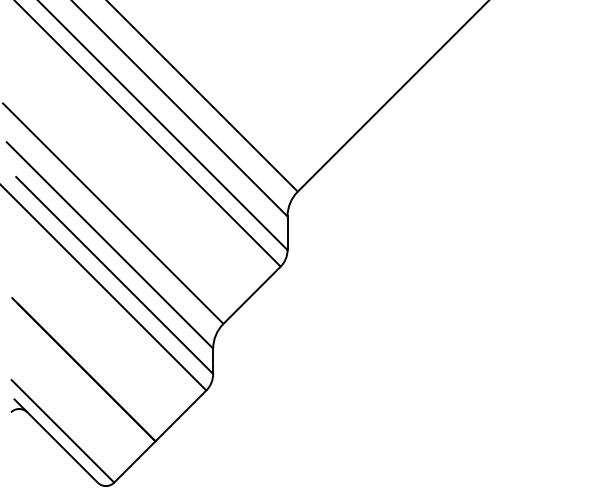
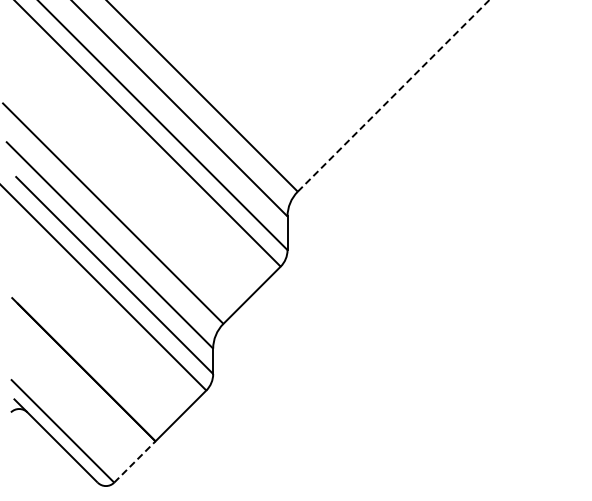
line at (393, 95): solid -> dashed
line at (135, 461): solid -> dashed
